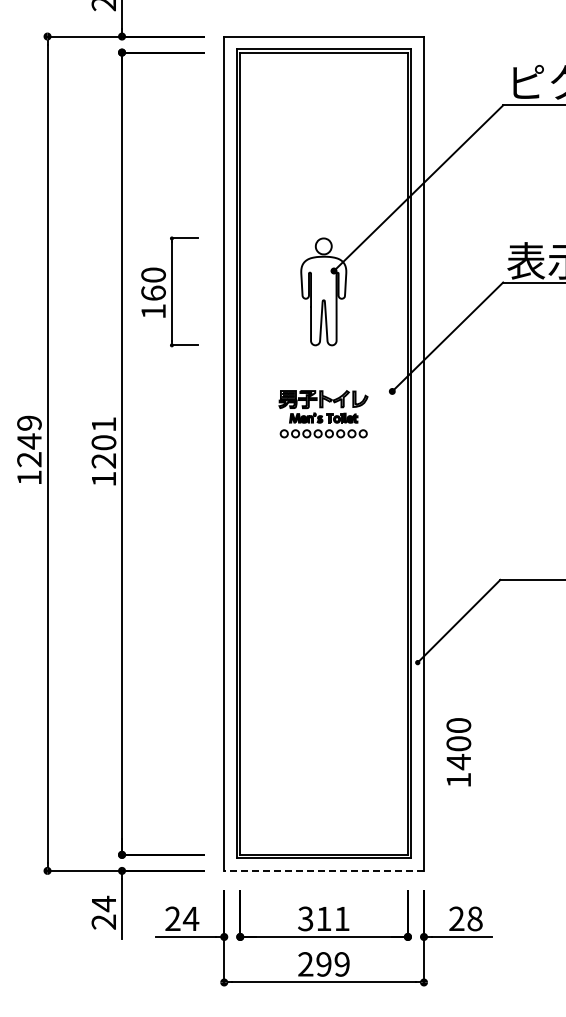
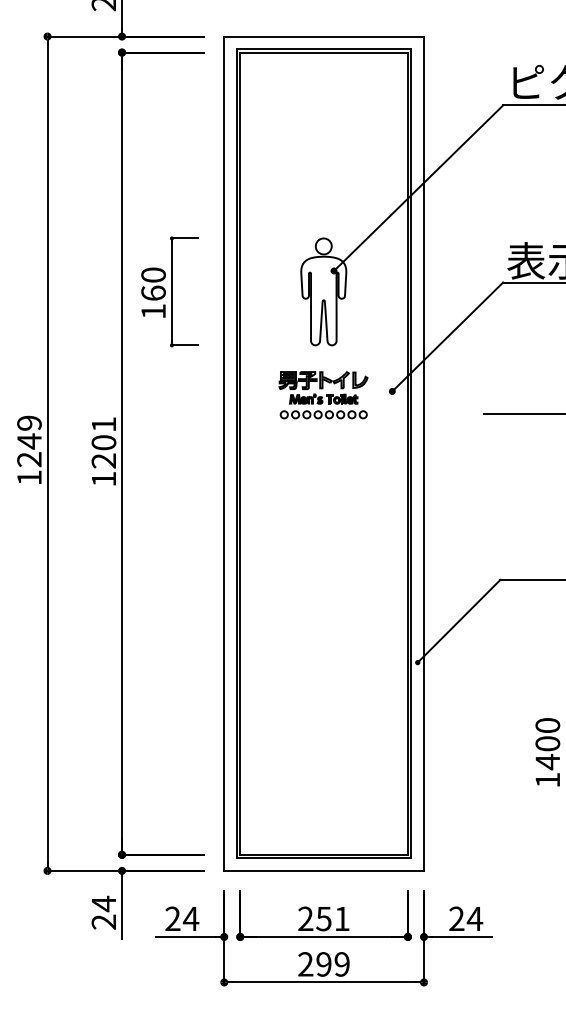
part at (323, 414) position: (323, 414) -> (323, 395)
line at (522, 414): none -> present
text at (458, 752) position: (458, 752) -> (547, 752)
line at (324, 870): dashed -> solid
text at (474, 918): 28 -> 24
text at (314, 919): 311 -> 251
